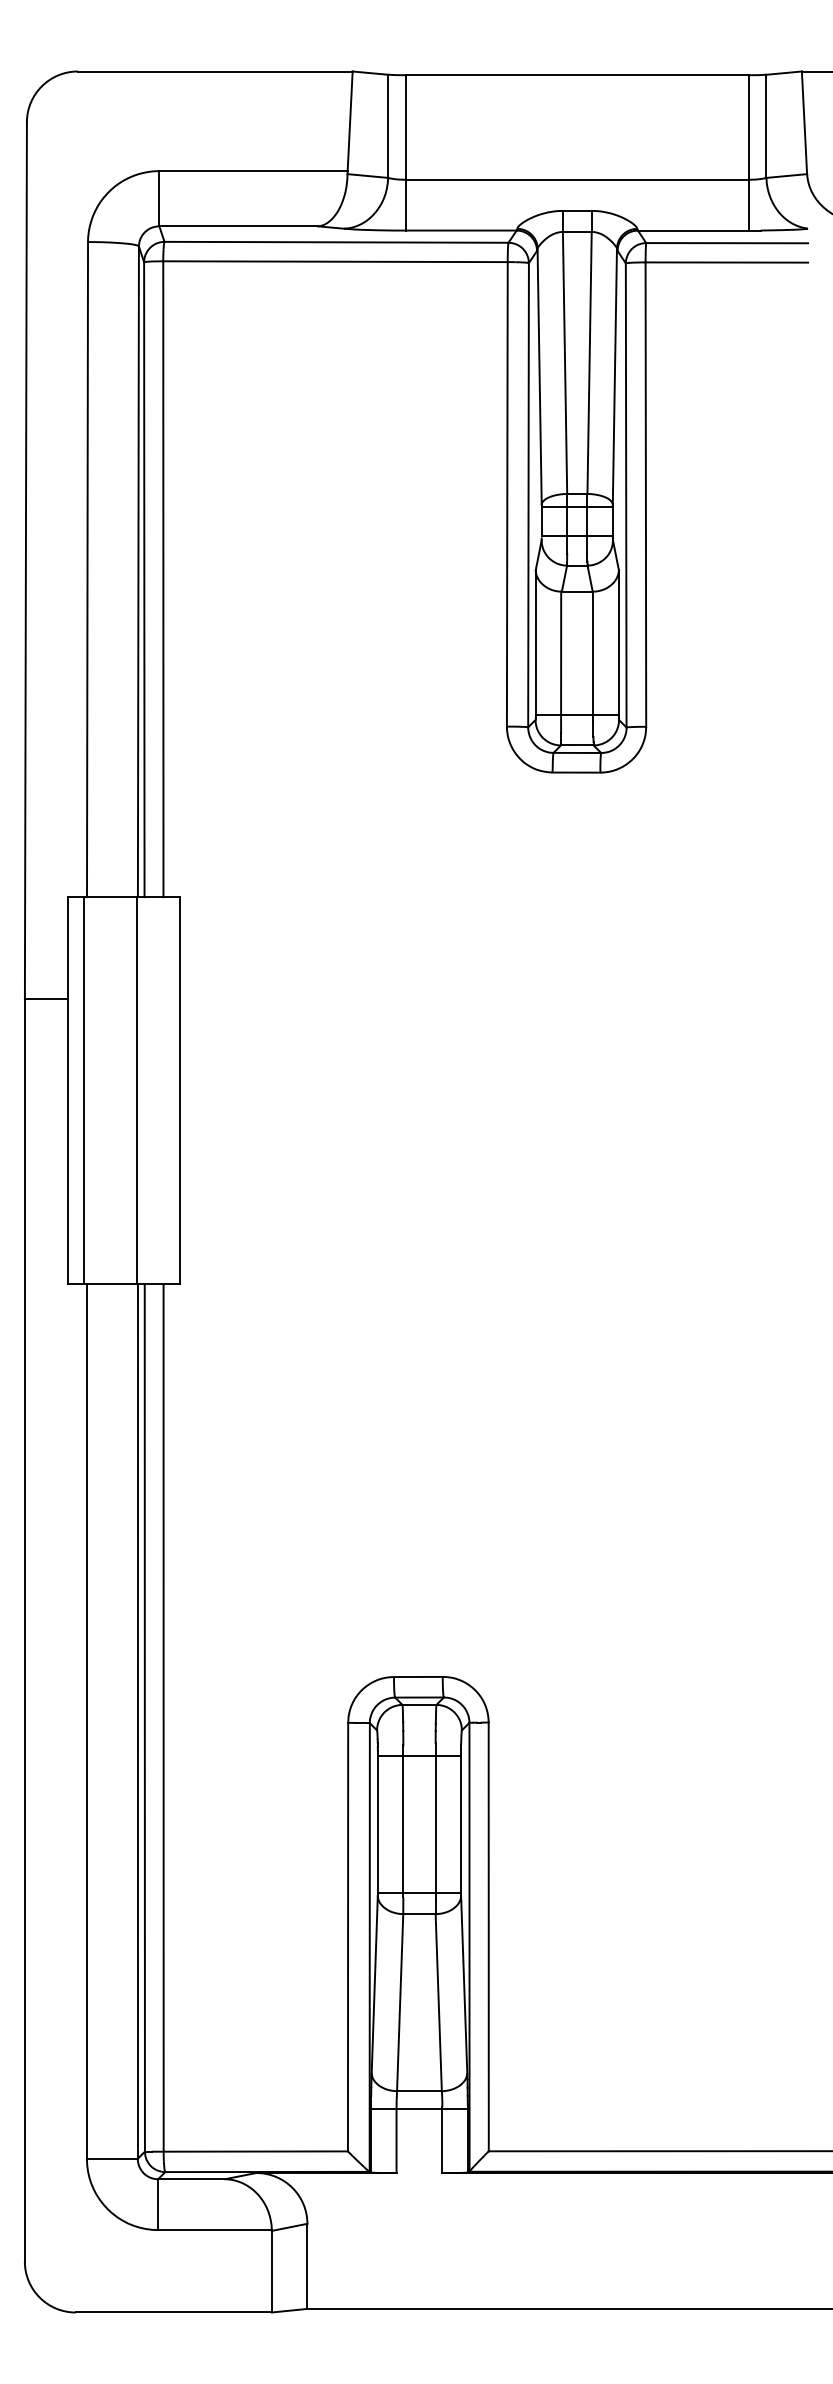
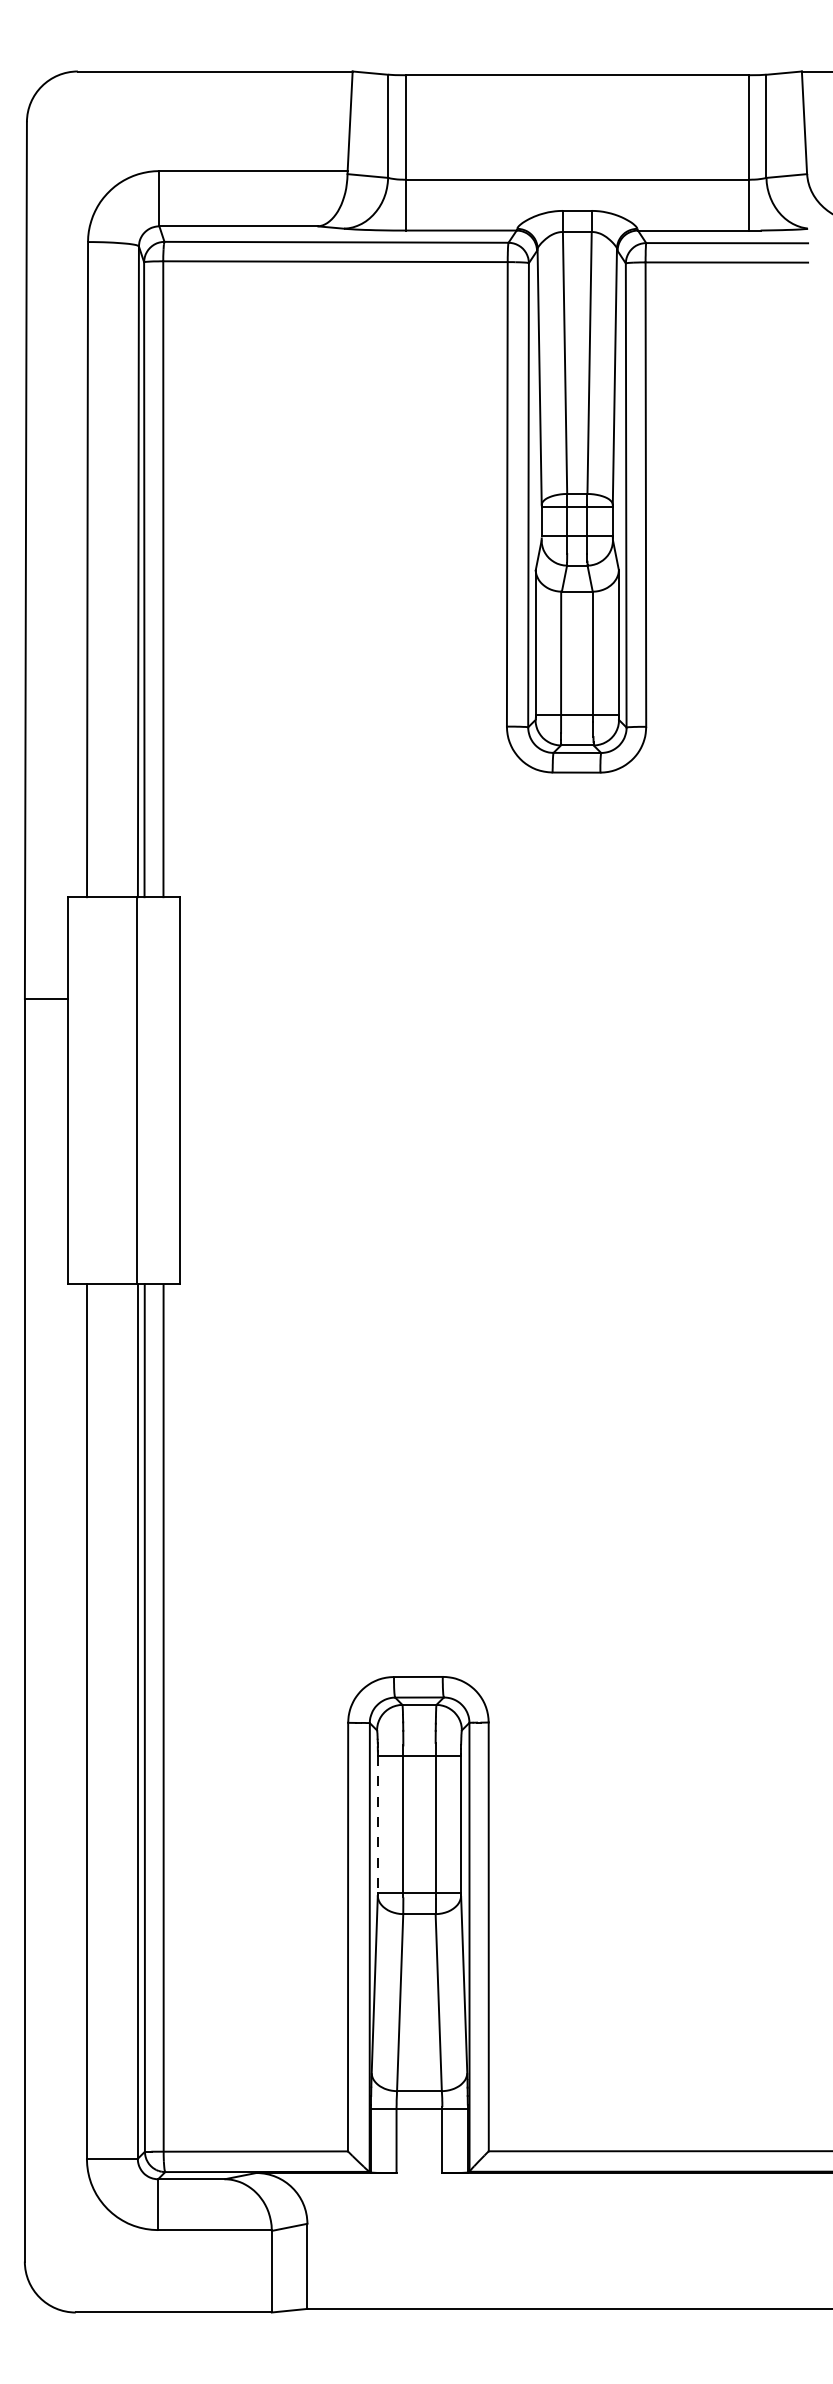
line at (83, 1090): present -> none
line at (377, 1824): solid -> dashed
